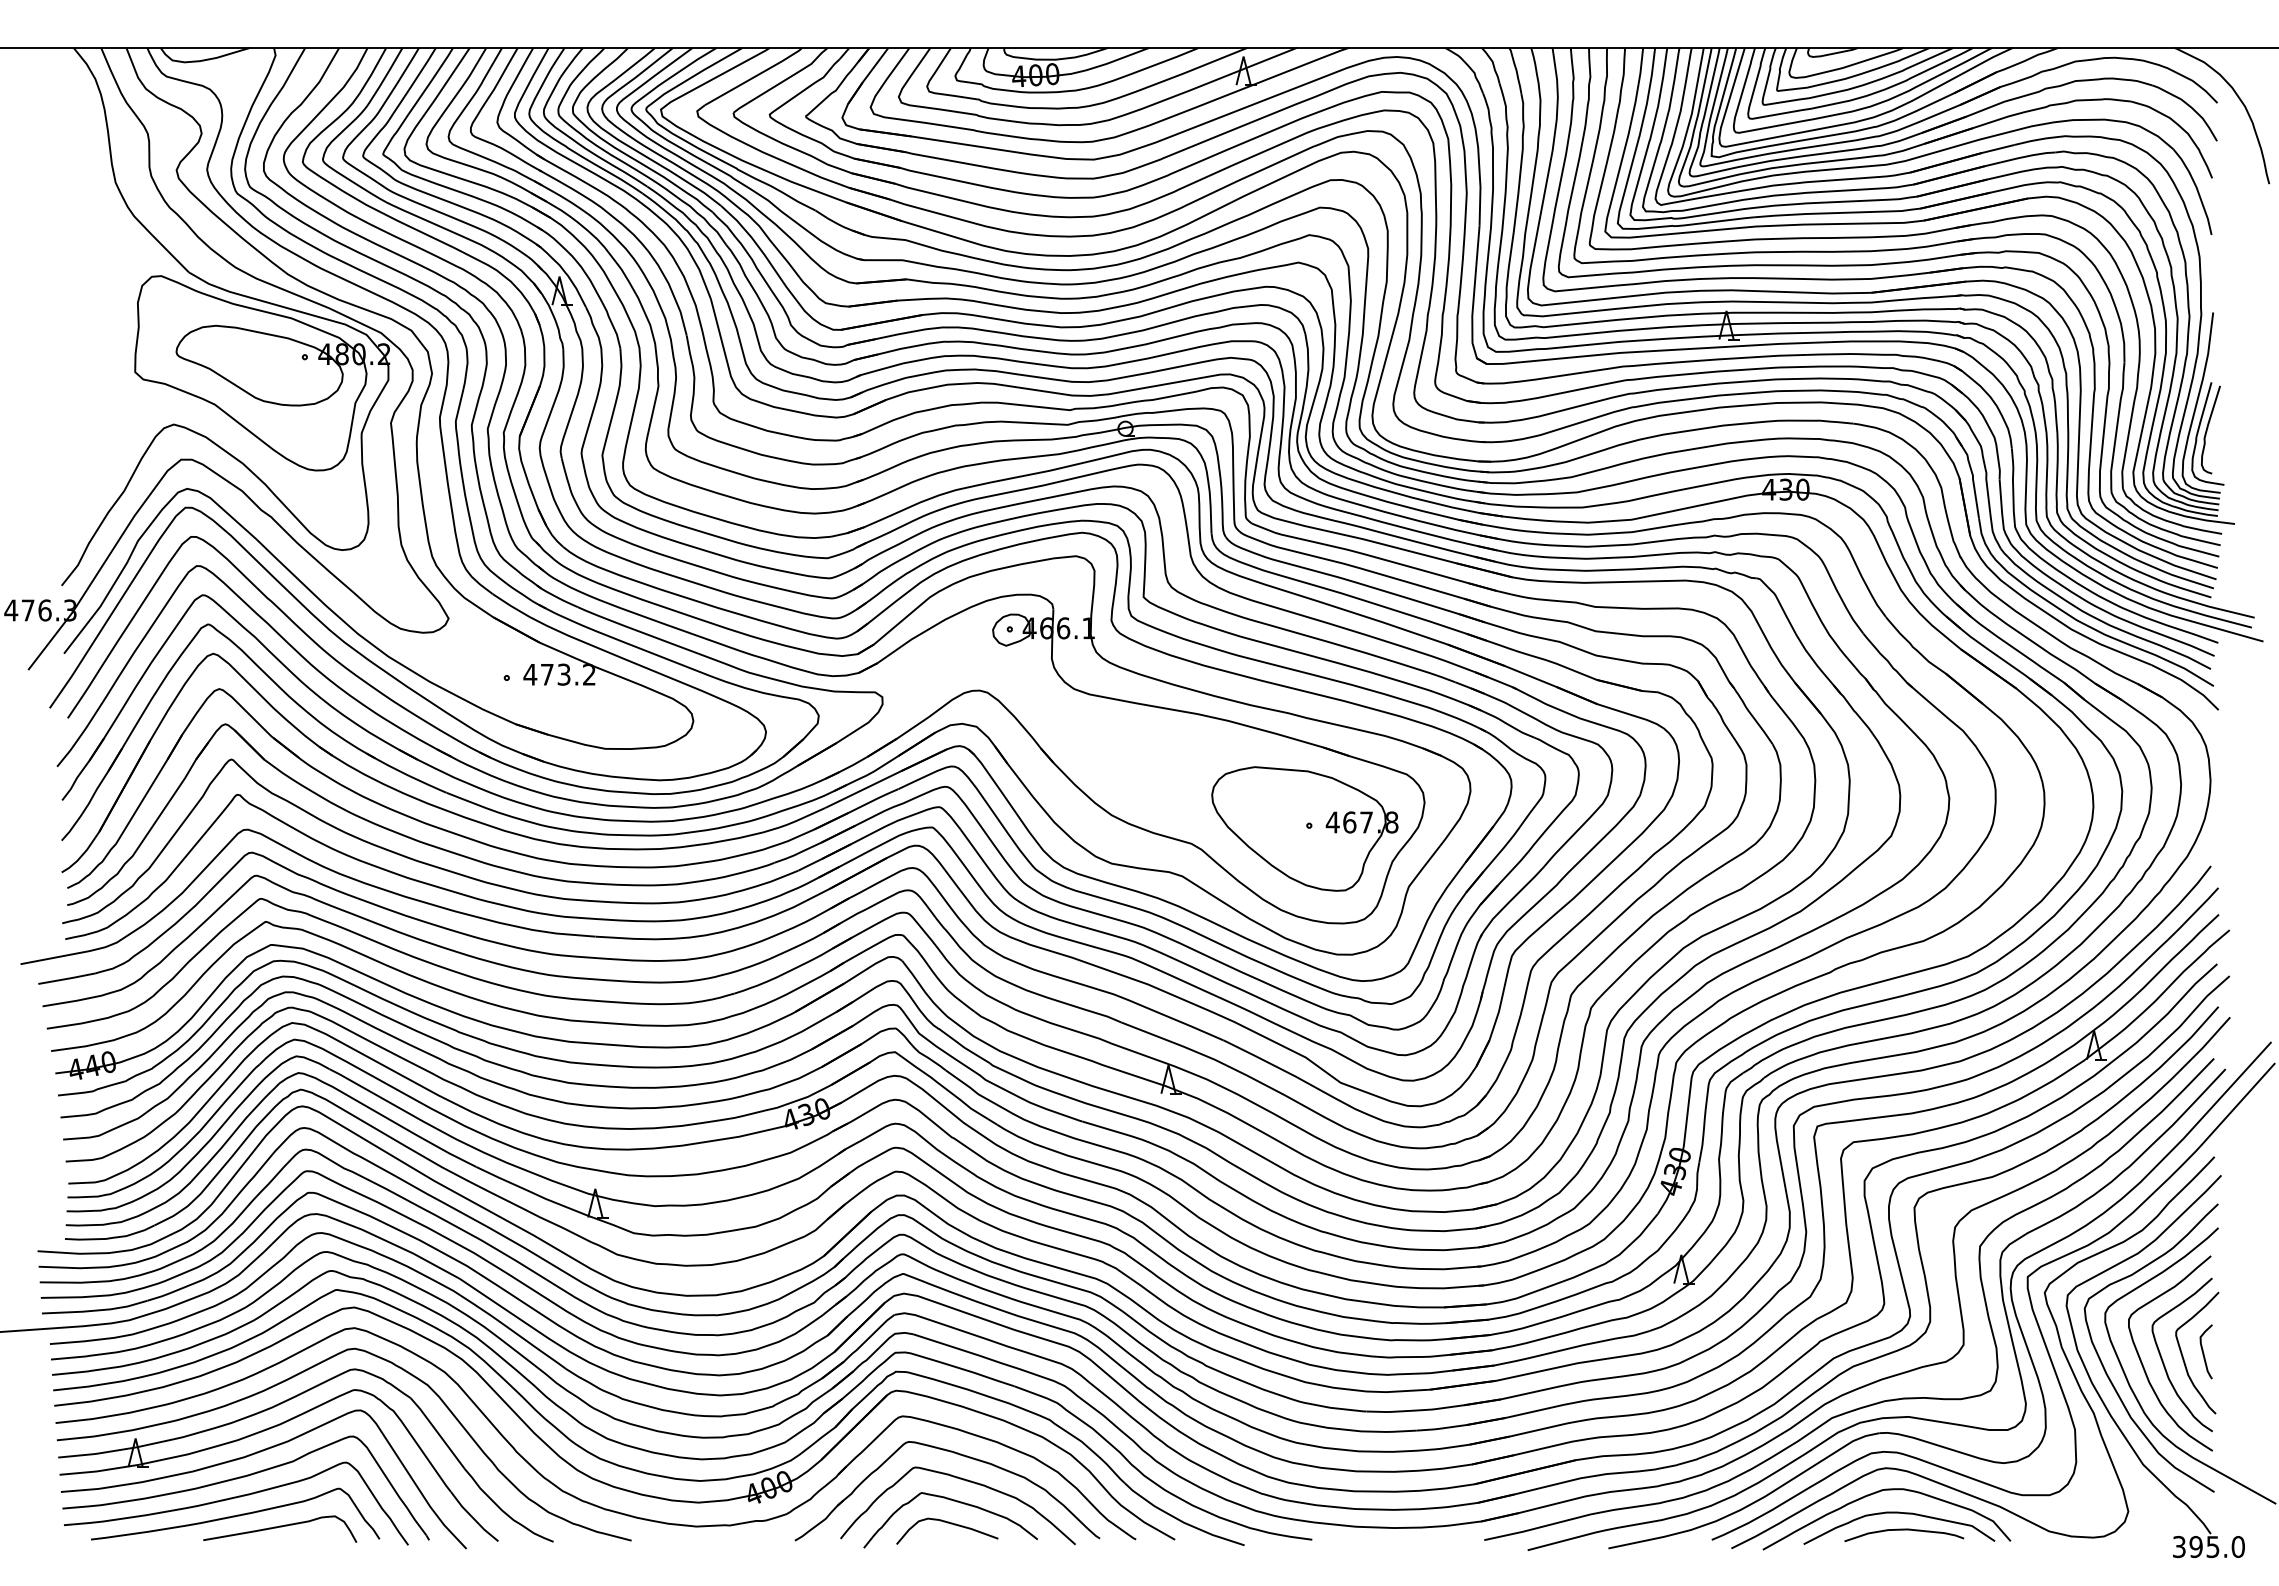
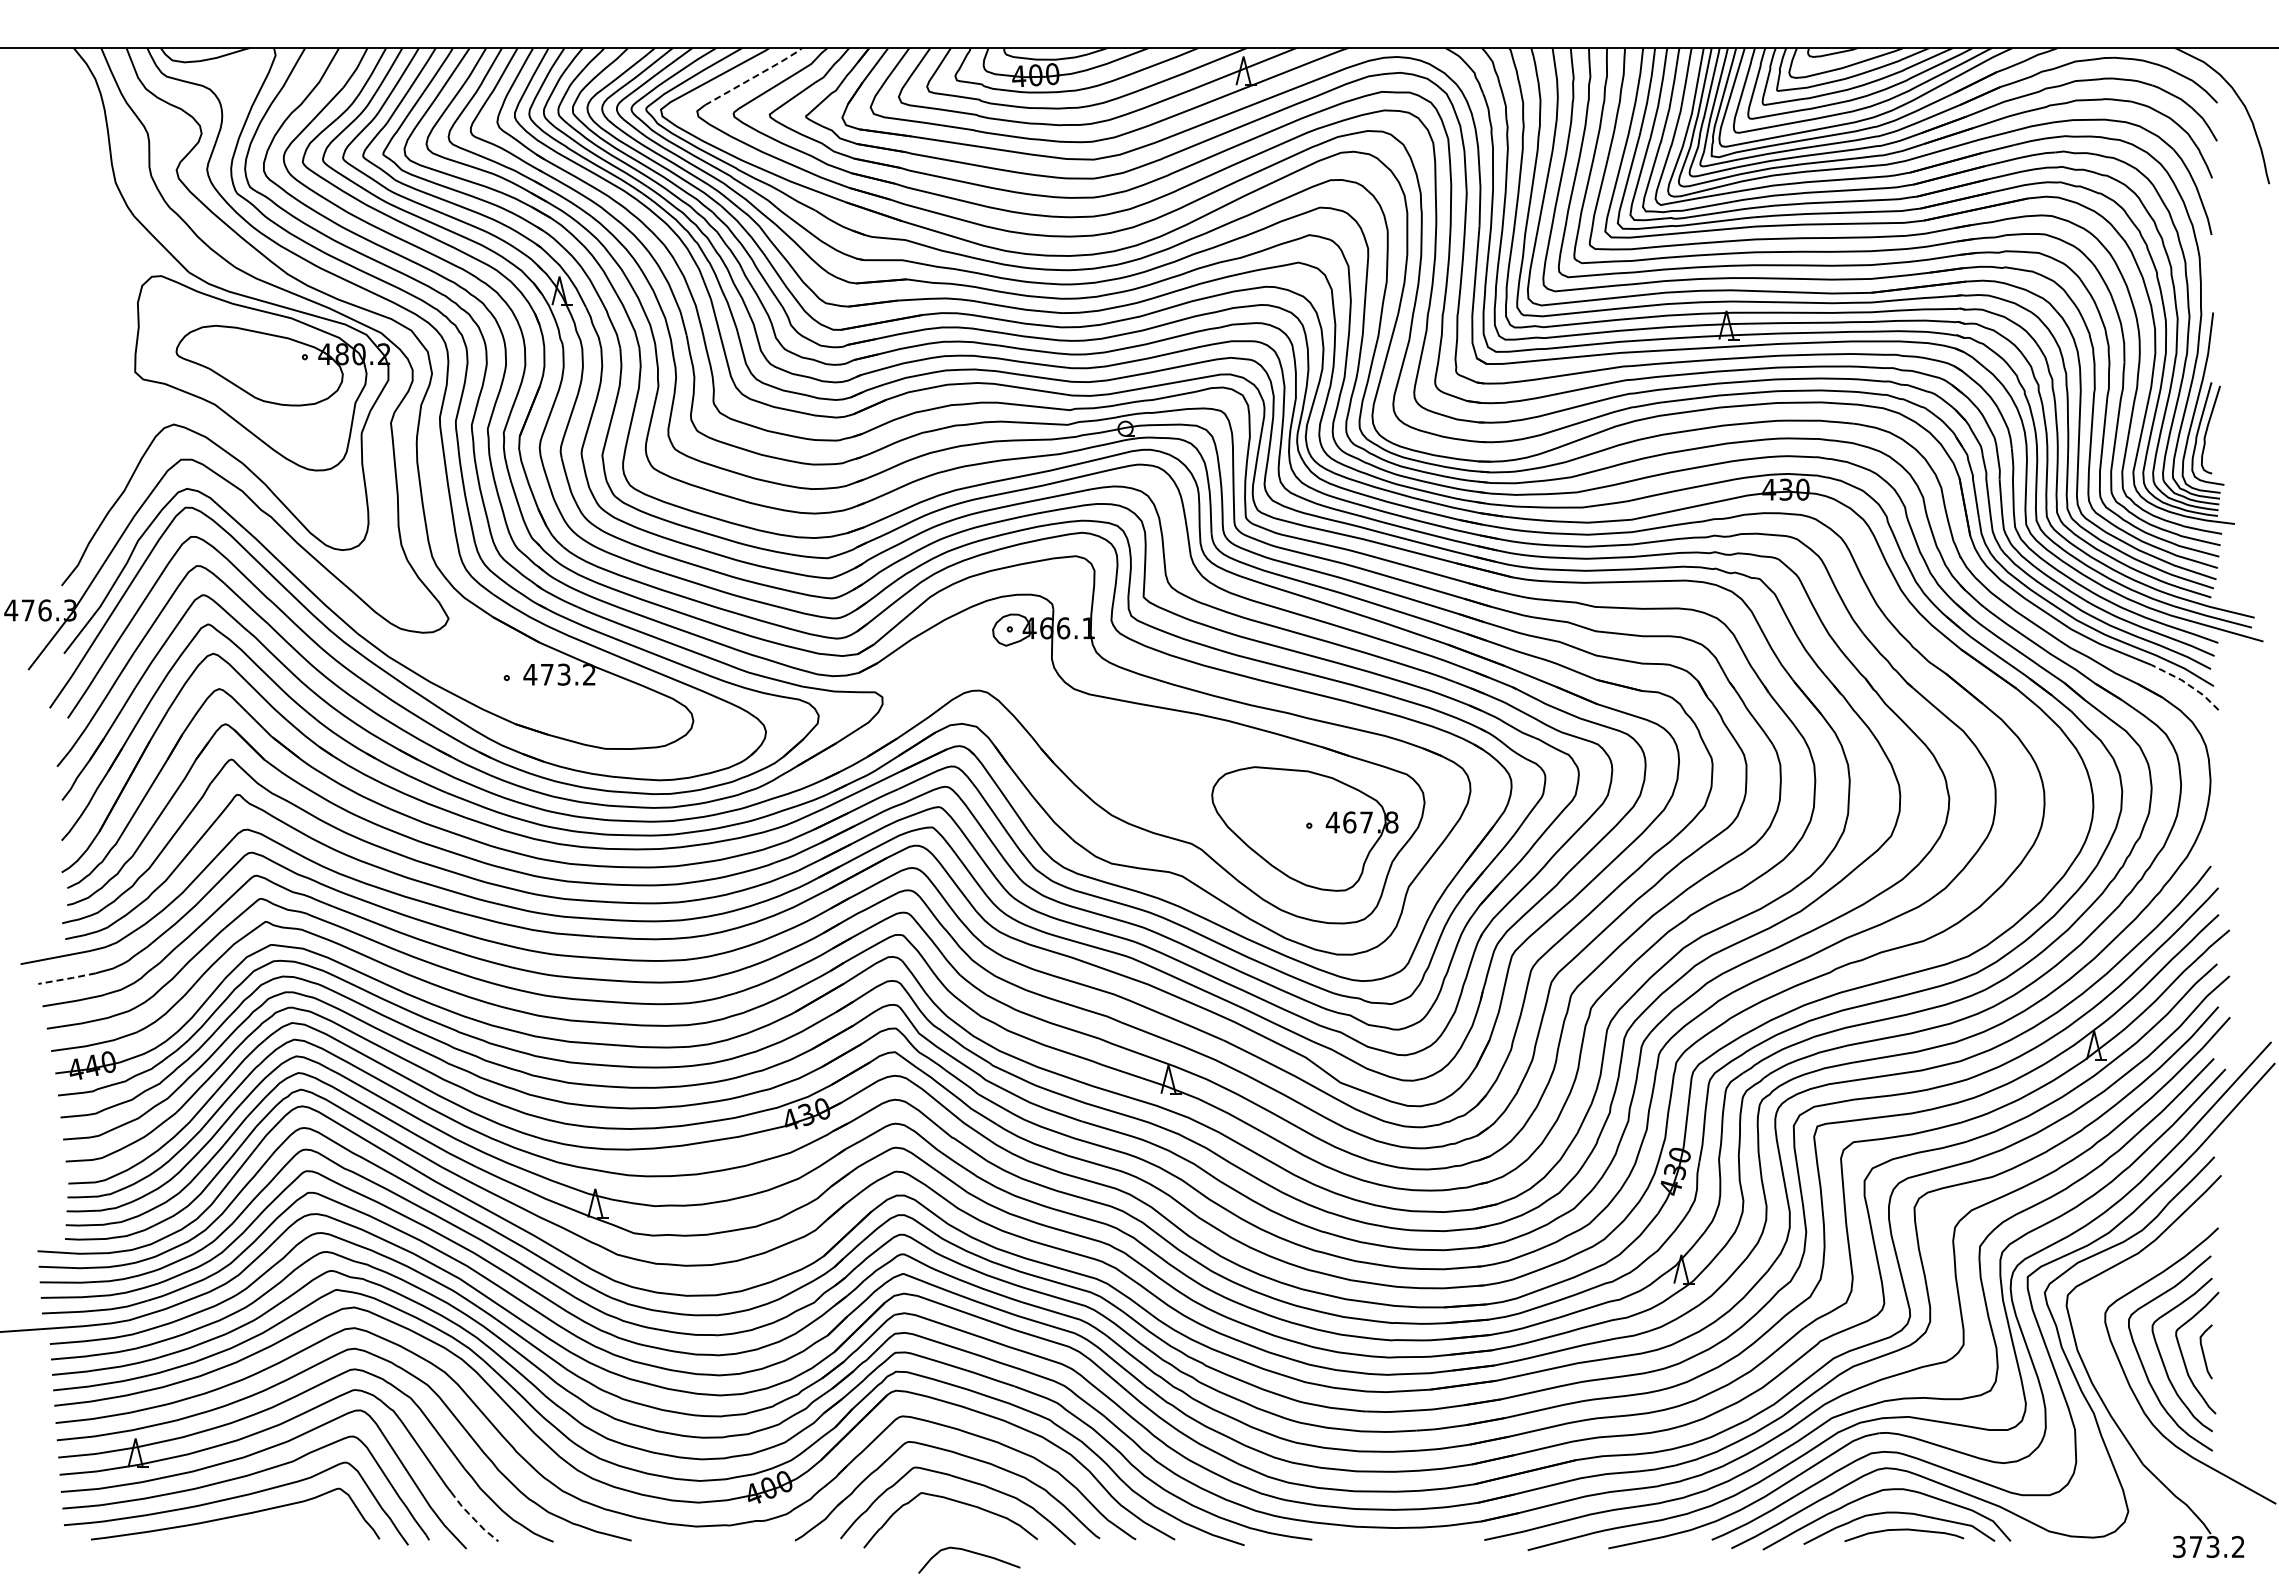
line at (756, 76): solid -> dashed
line at (2187, 683): solid -> dashed
line at (67, 978): solid -> dashed
curve at (2105, 1368): present -> none
line at (473, 1518): solid -> dashed
curve at (950, 1524) position: (950, 1524) -> (972, 1553)
curve at (280, 1527): present -> none
text at (2216, 1546): 395.0 -> 373.2
